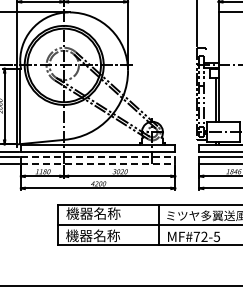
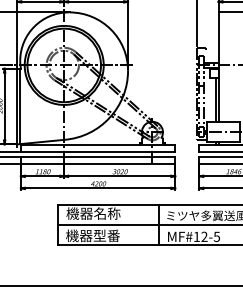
line at (98, 156): dashed -> solid
line at (98, 163): dashed -> solid
text at (106, 235): 機器名称 -> 機器型番
text at (196, 236): MF#72-5 -> MF#12-5
